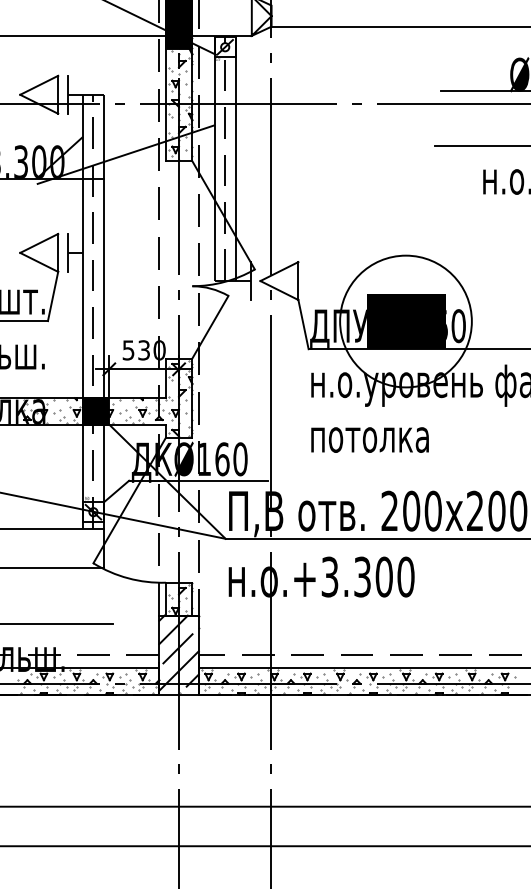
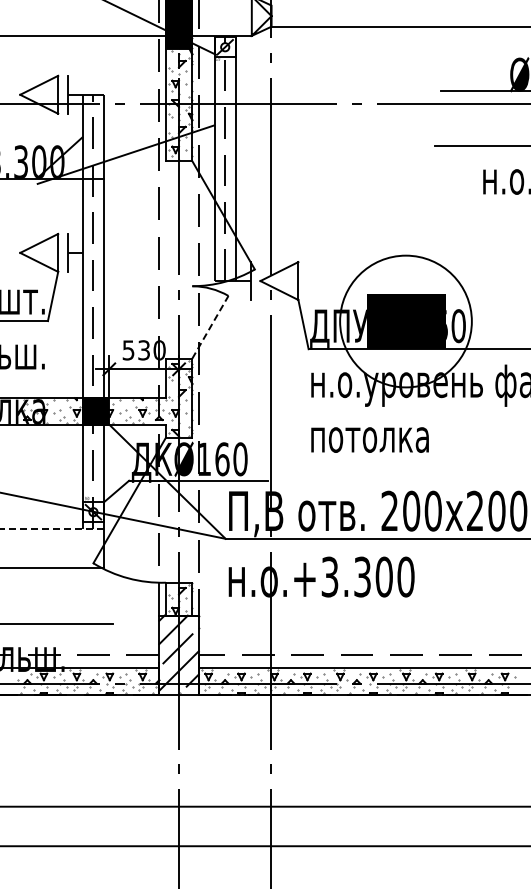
line at (210, 326): solid -> dashed
line at (52, 528): solid -> dashed
